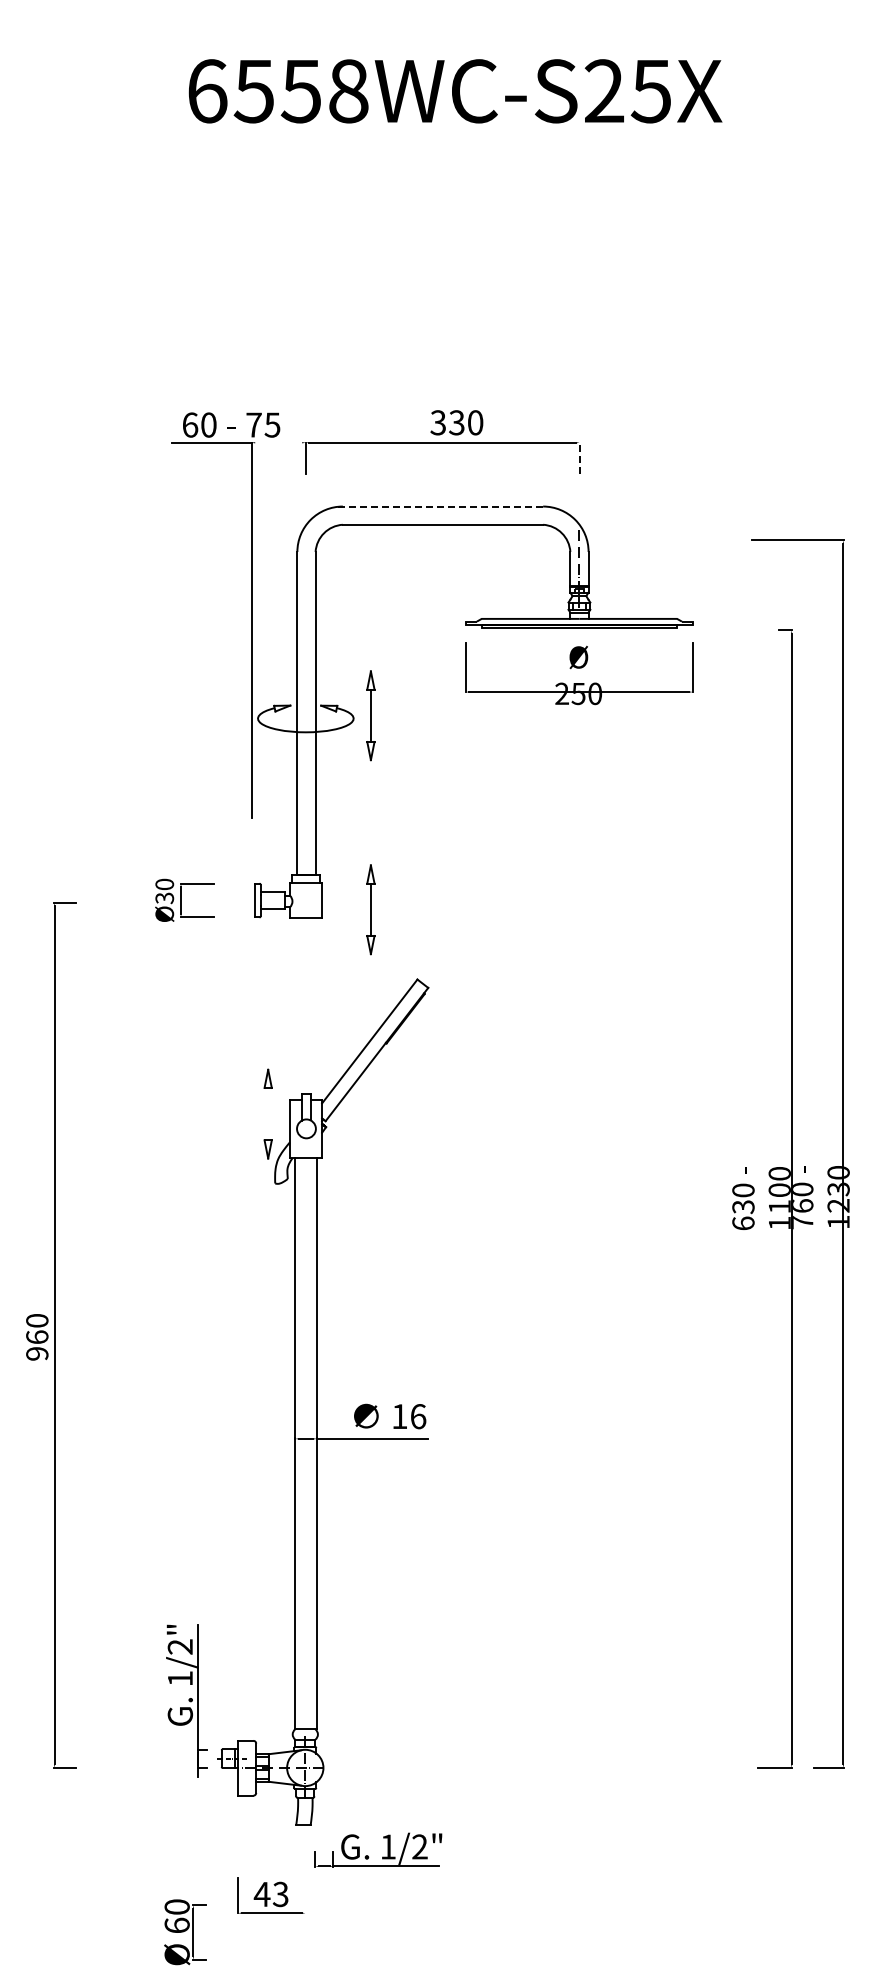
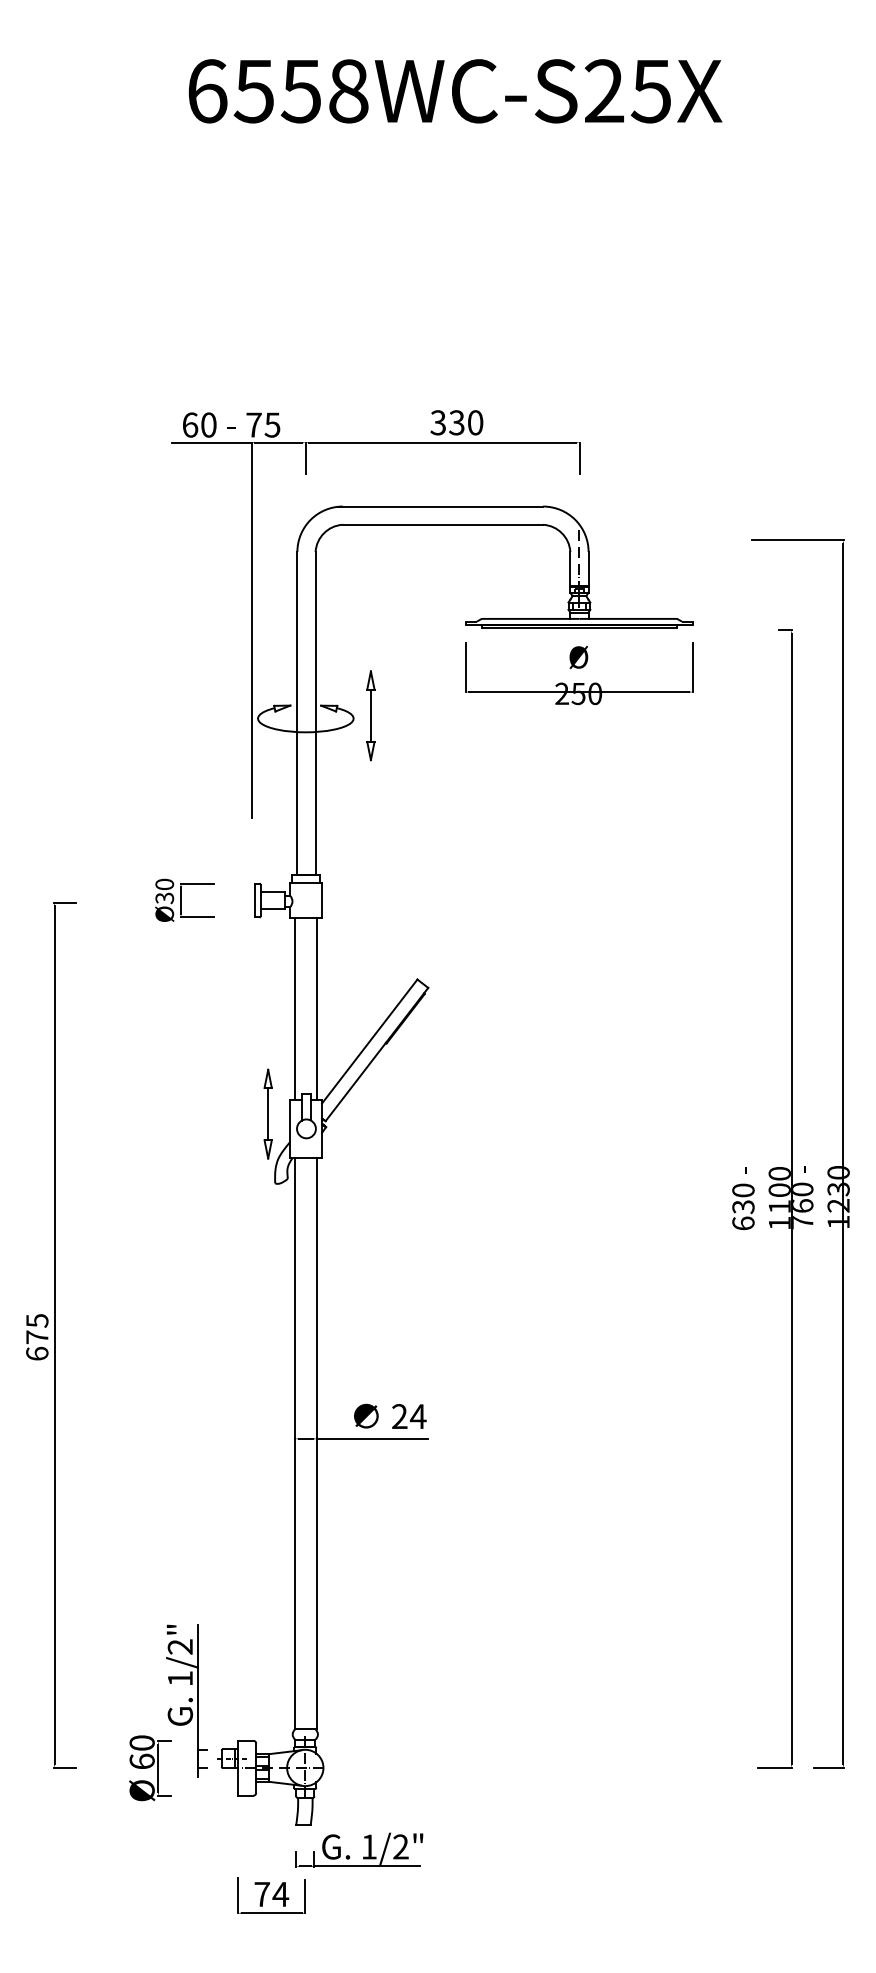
line at (278, 442): none -> present
line at (579, 458): dashed -> solid
line at (440, 506): dashed -> solid
part at (370, 909): present -> none
line at (295, 1008): none -> present
line at (317, 1008): none -> present
line at (268, 1113): none -> present
text at (37, 1337): 960 -> 675
text at (409, 1416): 16 -> 24
part at (382, 1856) position: (382, 1856) -> (363, 1856)
text at (271, 1894): 43 -> 74
line at (305, 1896): none -> present
part at (185, 1932) position: (185, 1932) -> (150, 1768)
